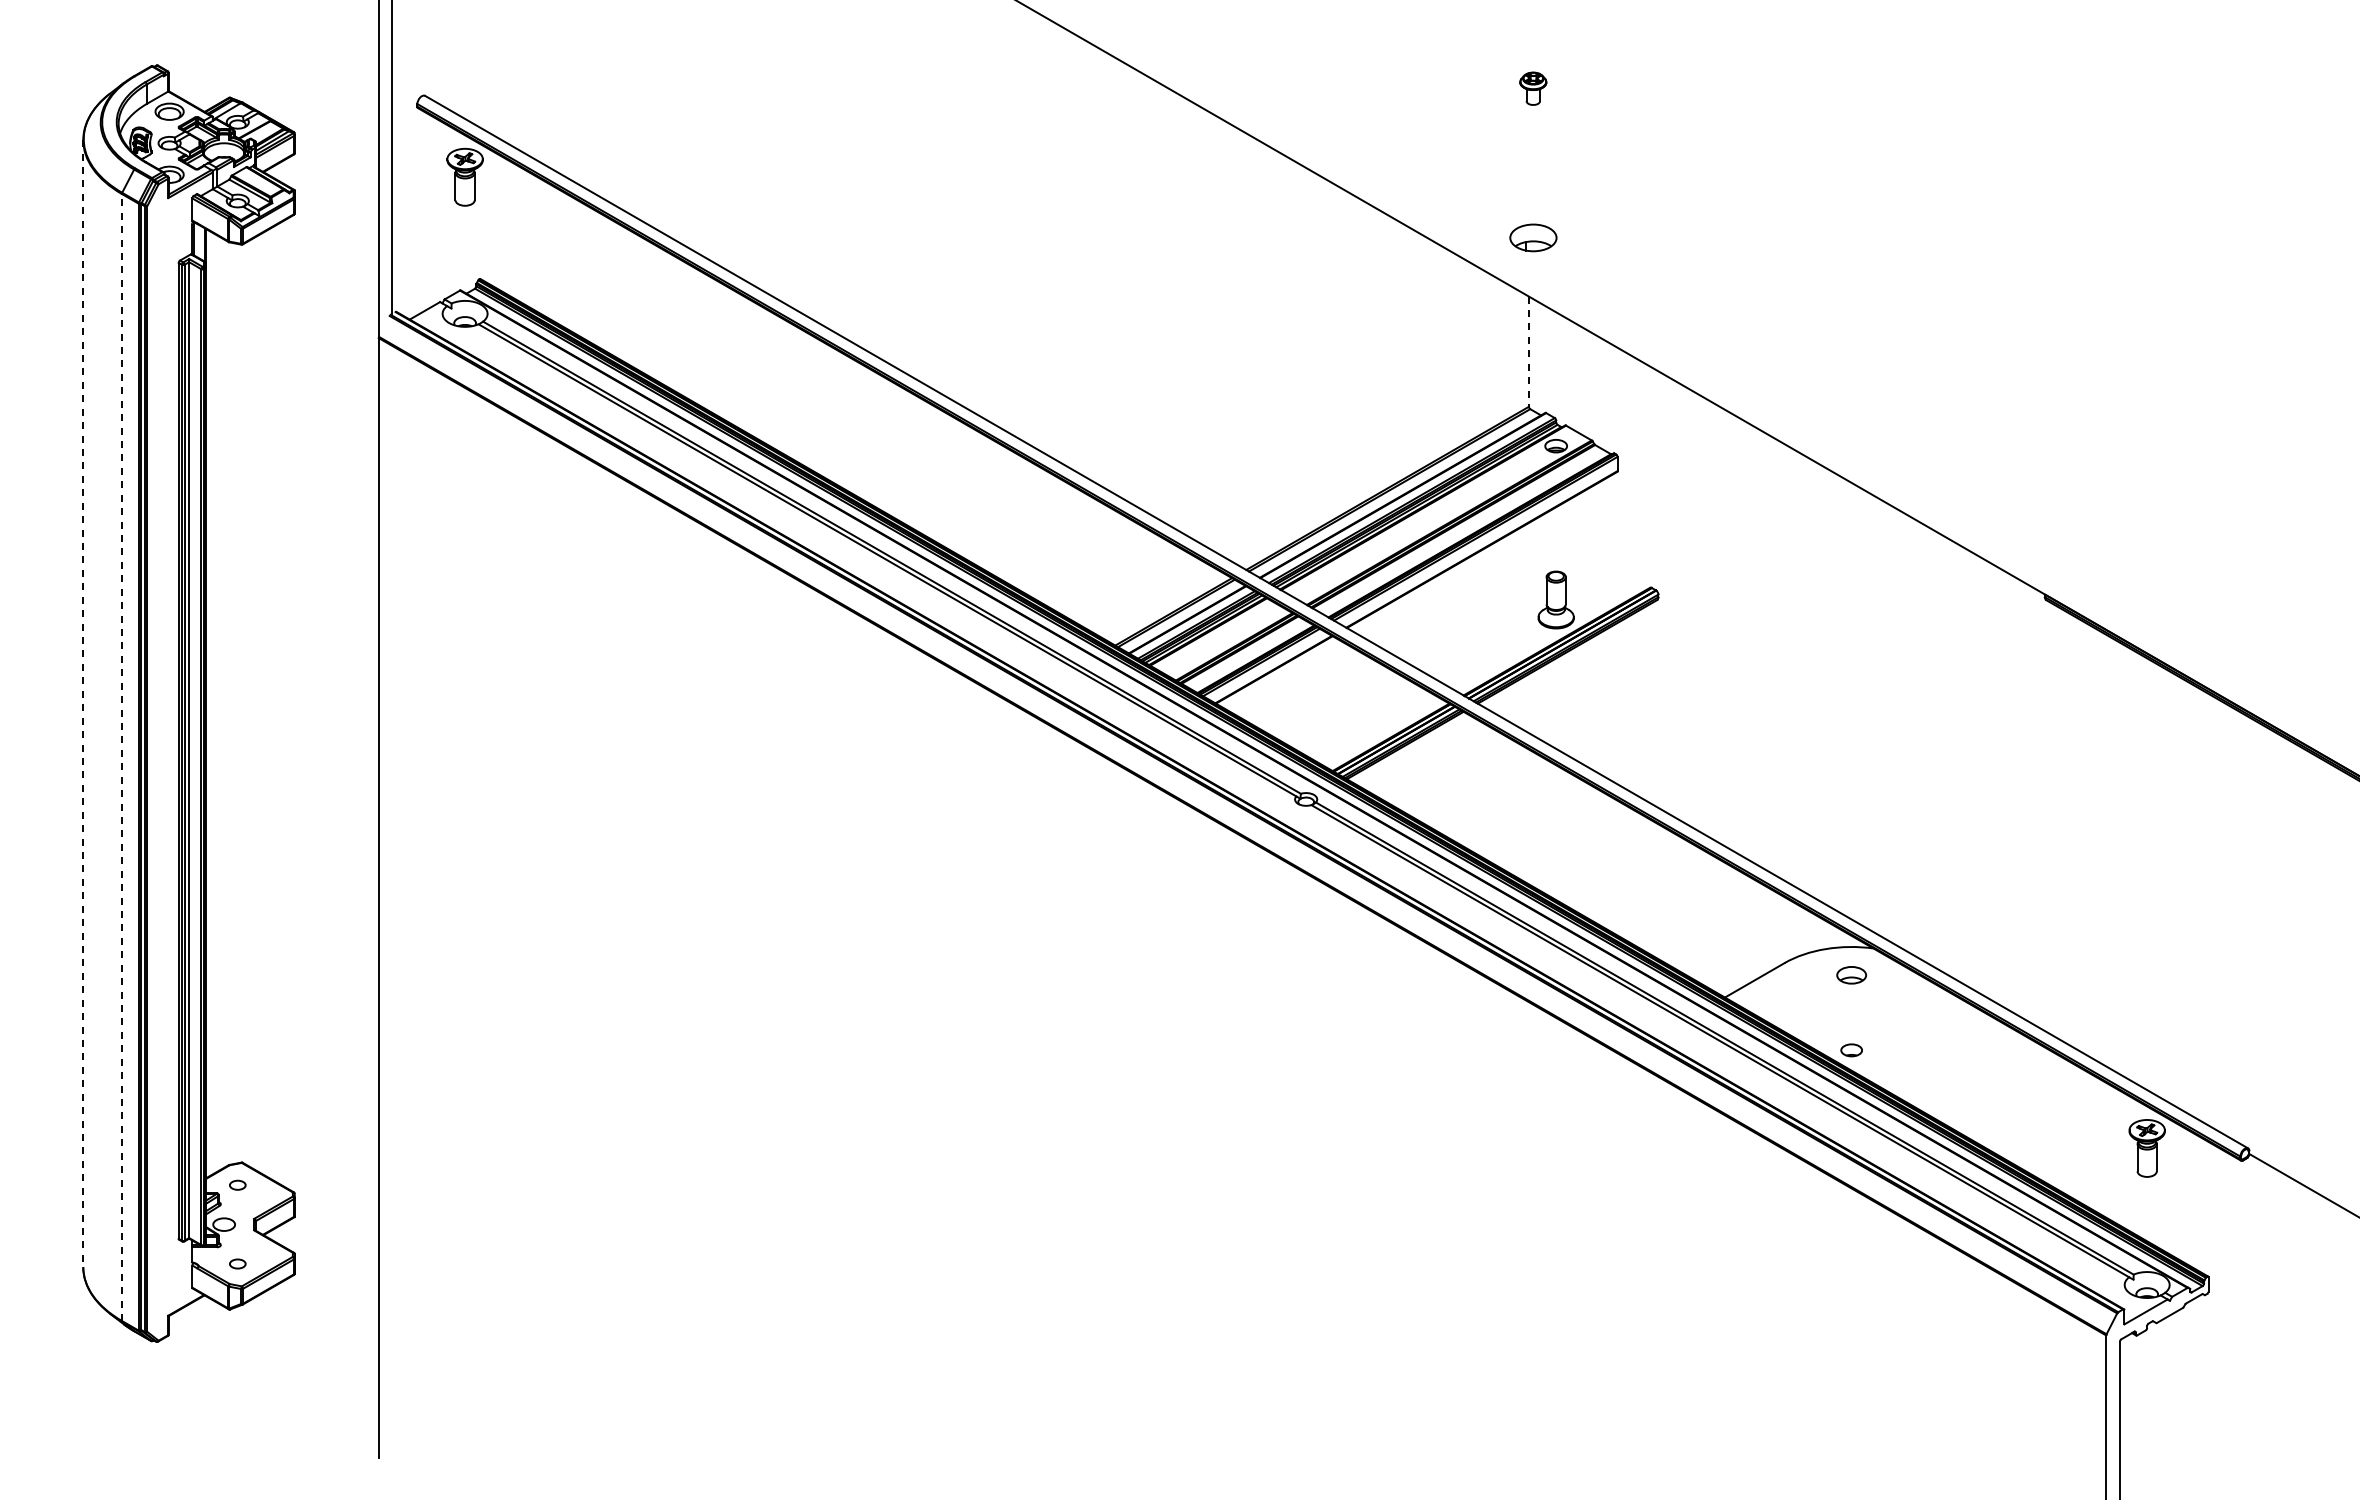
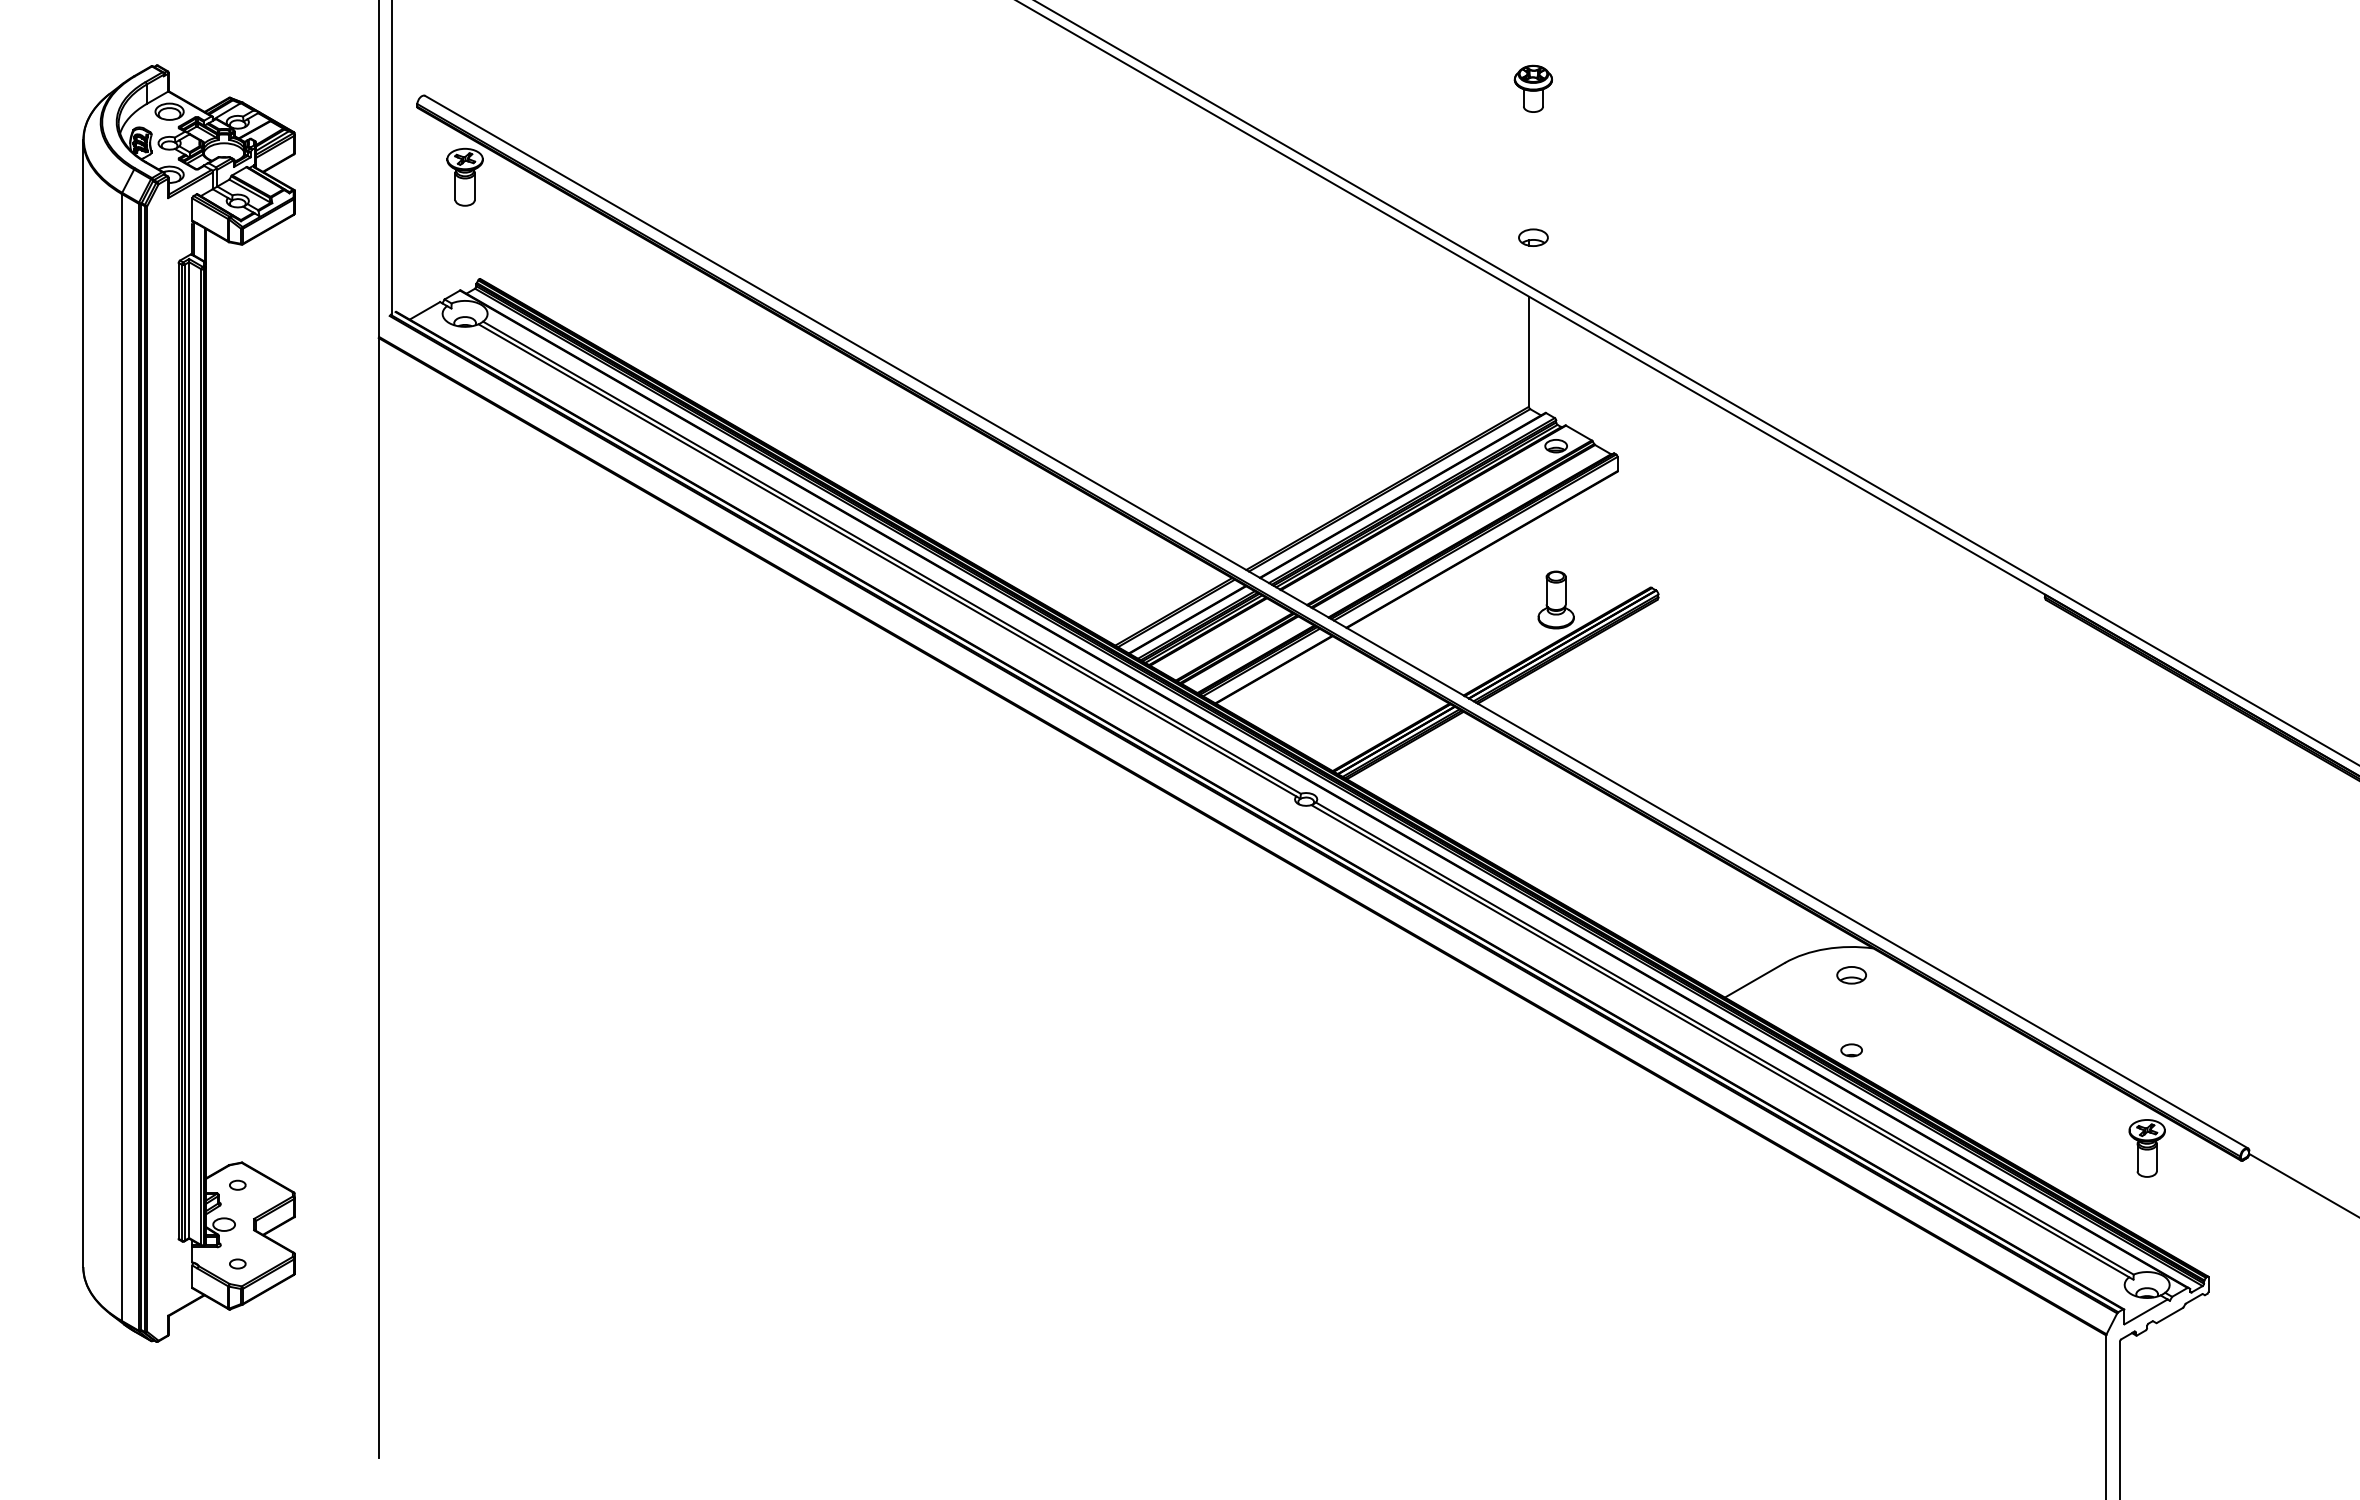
part at (1533, 88) size: 29x35 px -> 40x49 px
part at (1533, 237) size: 49x30 px -> 31x19 px
line at (1528, 352): dashed -> solid
line at (1696, 383): none -> present
line at (83, 704): dashed -> solid
line at (121, 756): dashed -> solid
